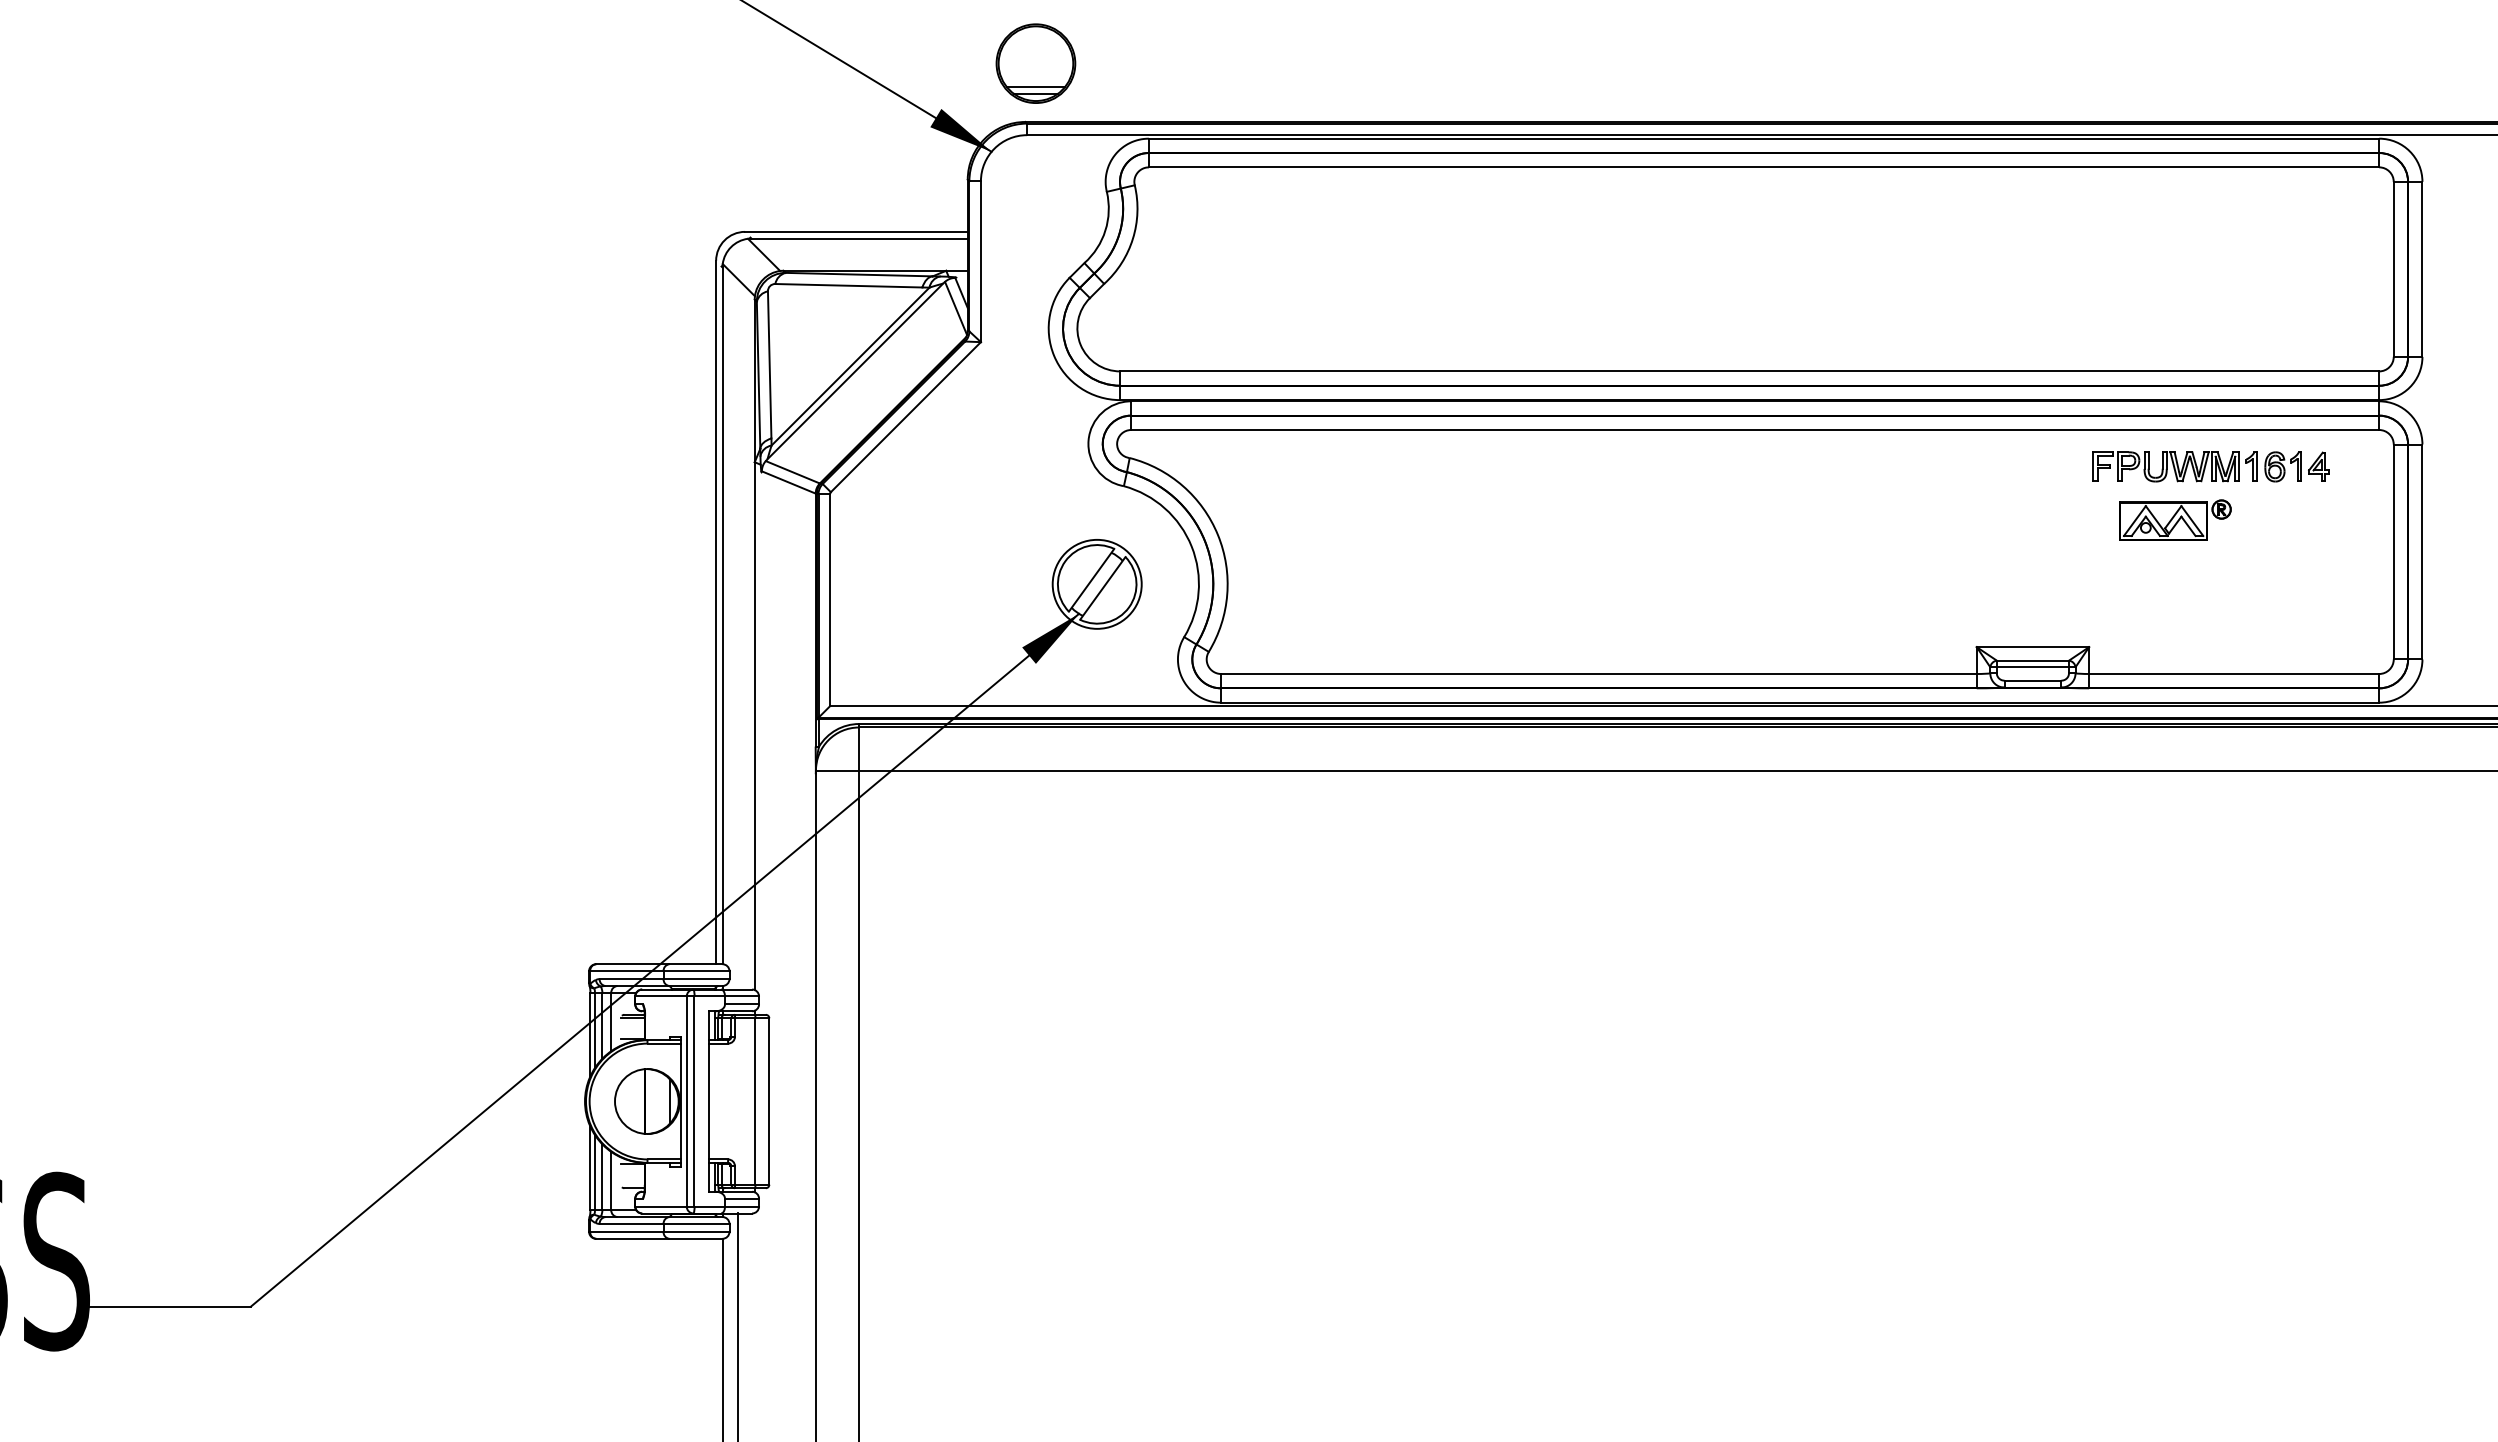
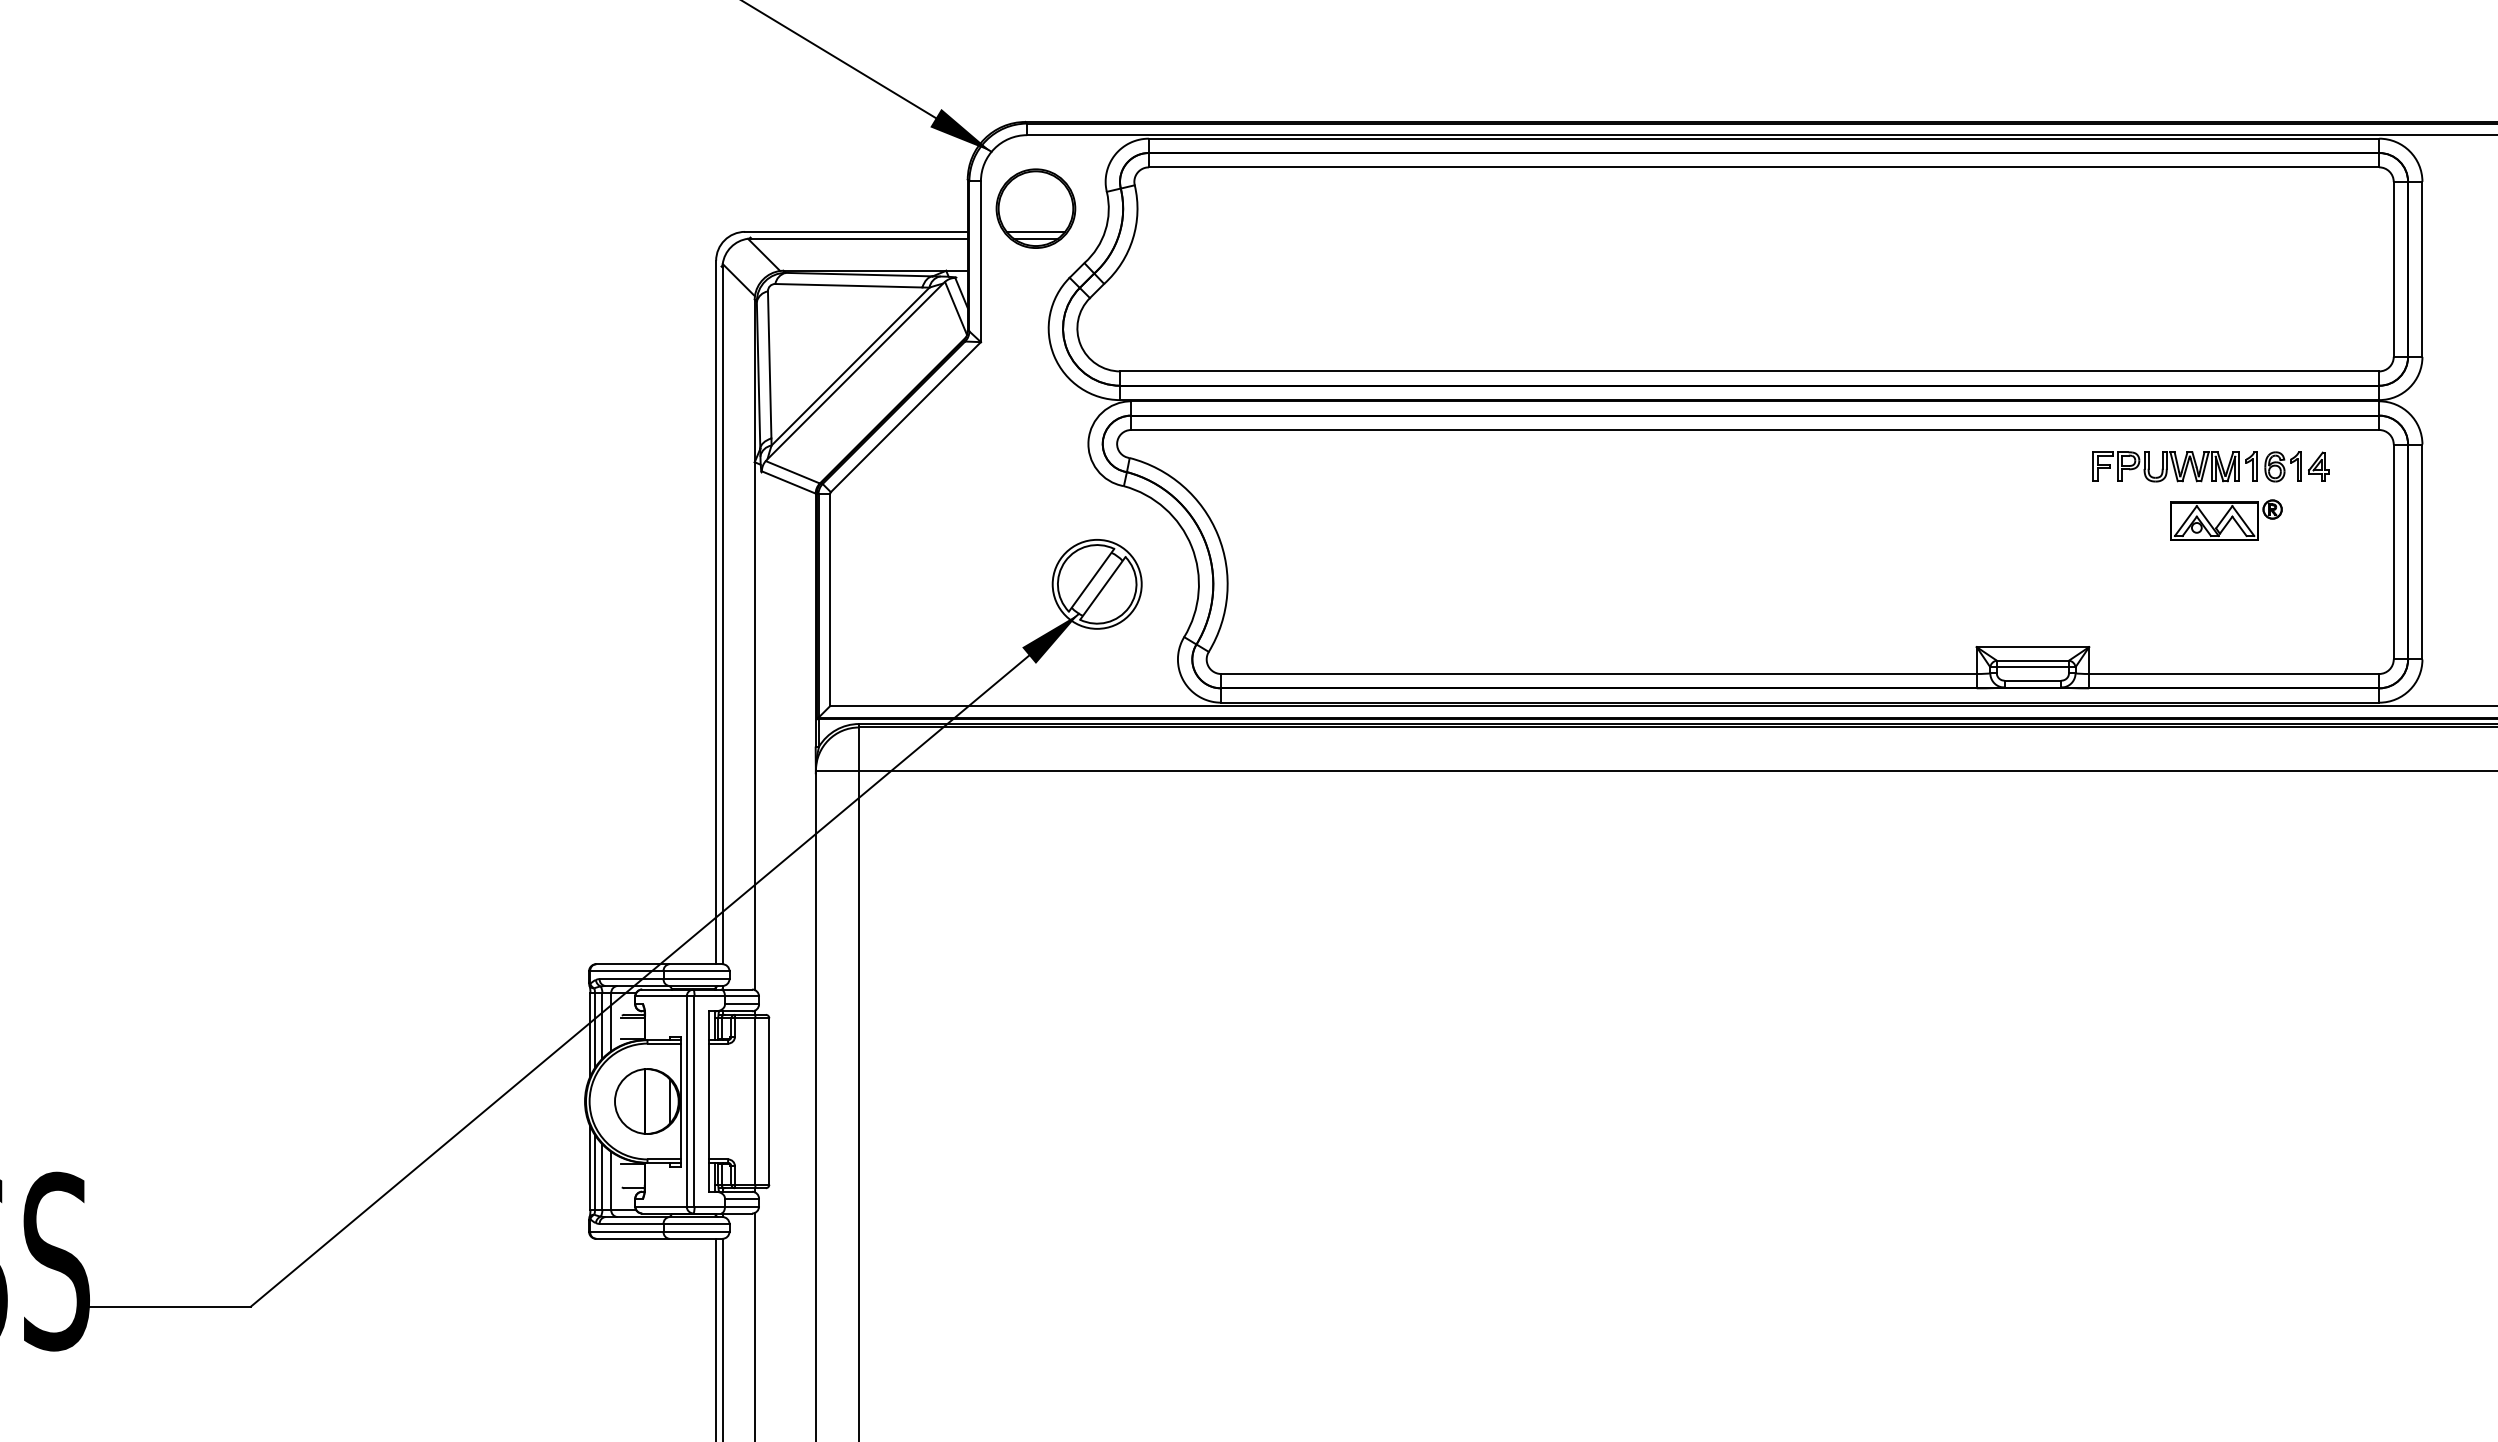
part at (1035, 63) position: (1035, 63) -> (1035, 208)
part at (2175, 519) position: (2175, 519) -> (2226, 519)
line at (737, 1325) position: (737, 1325) -> (754, 1325)
line at (716, 1338): none -> present
